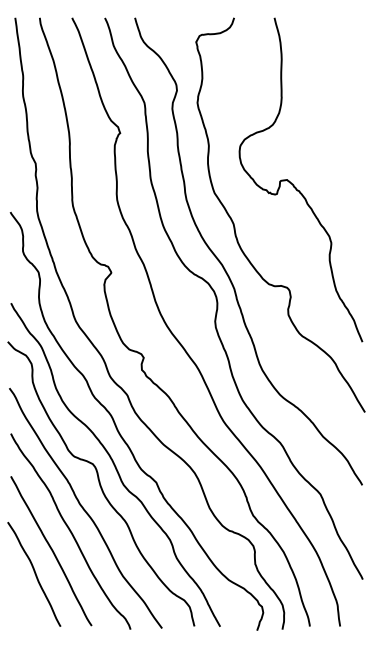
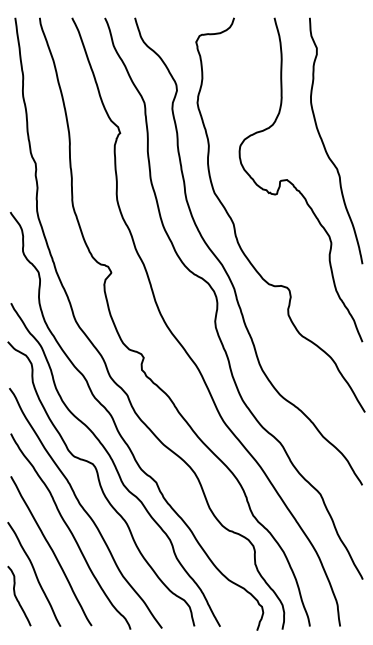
curve at (324, 143): none -> present
curve at (17, 597): none -> present
